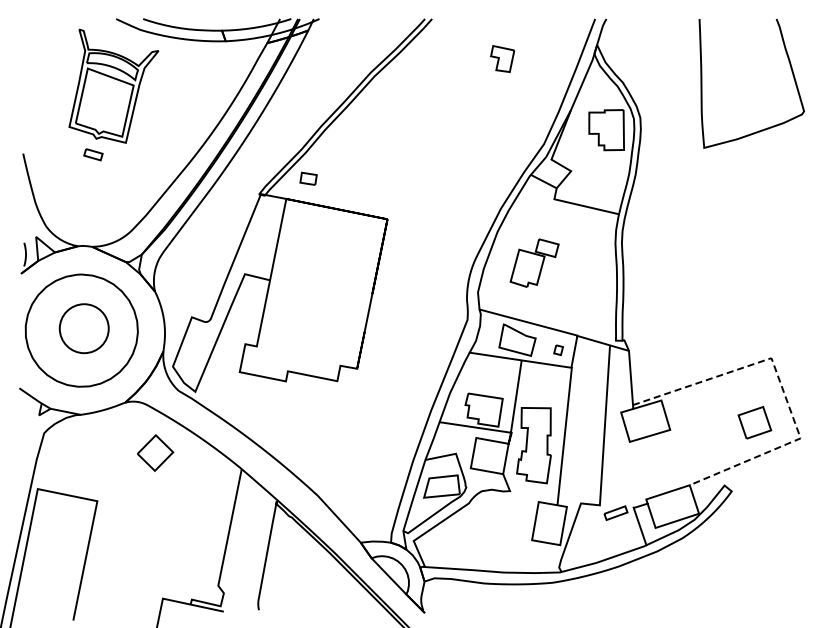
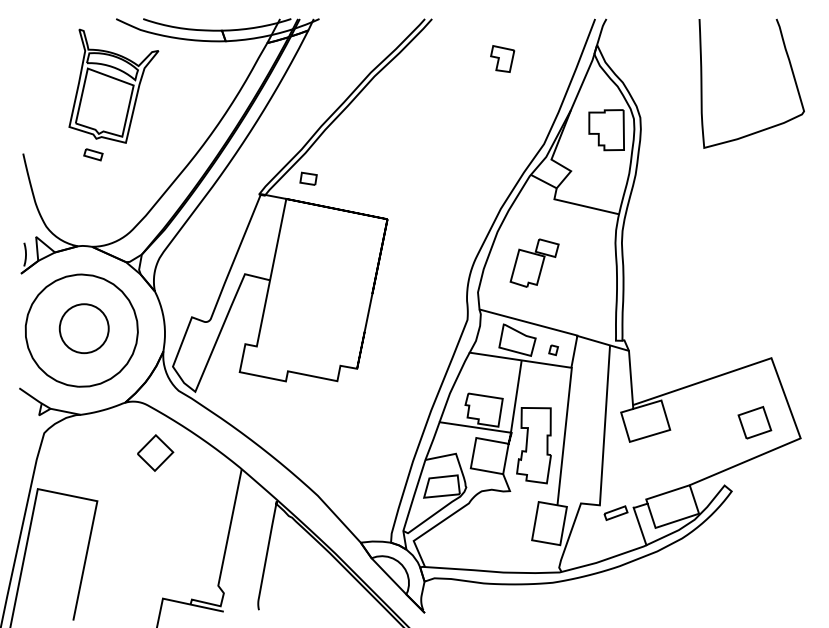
part at (558, 350) position: (558, 350) -> (553, 350)
line at (781, 386): dashed -> solid
